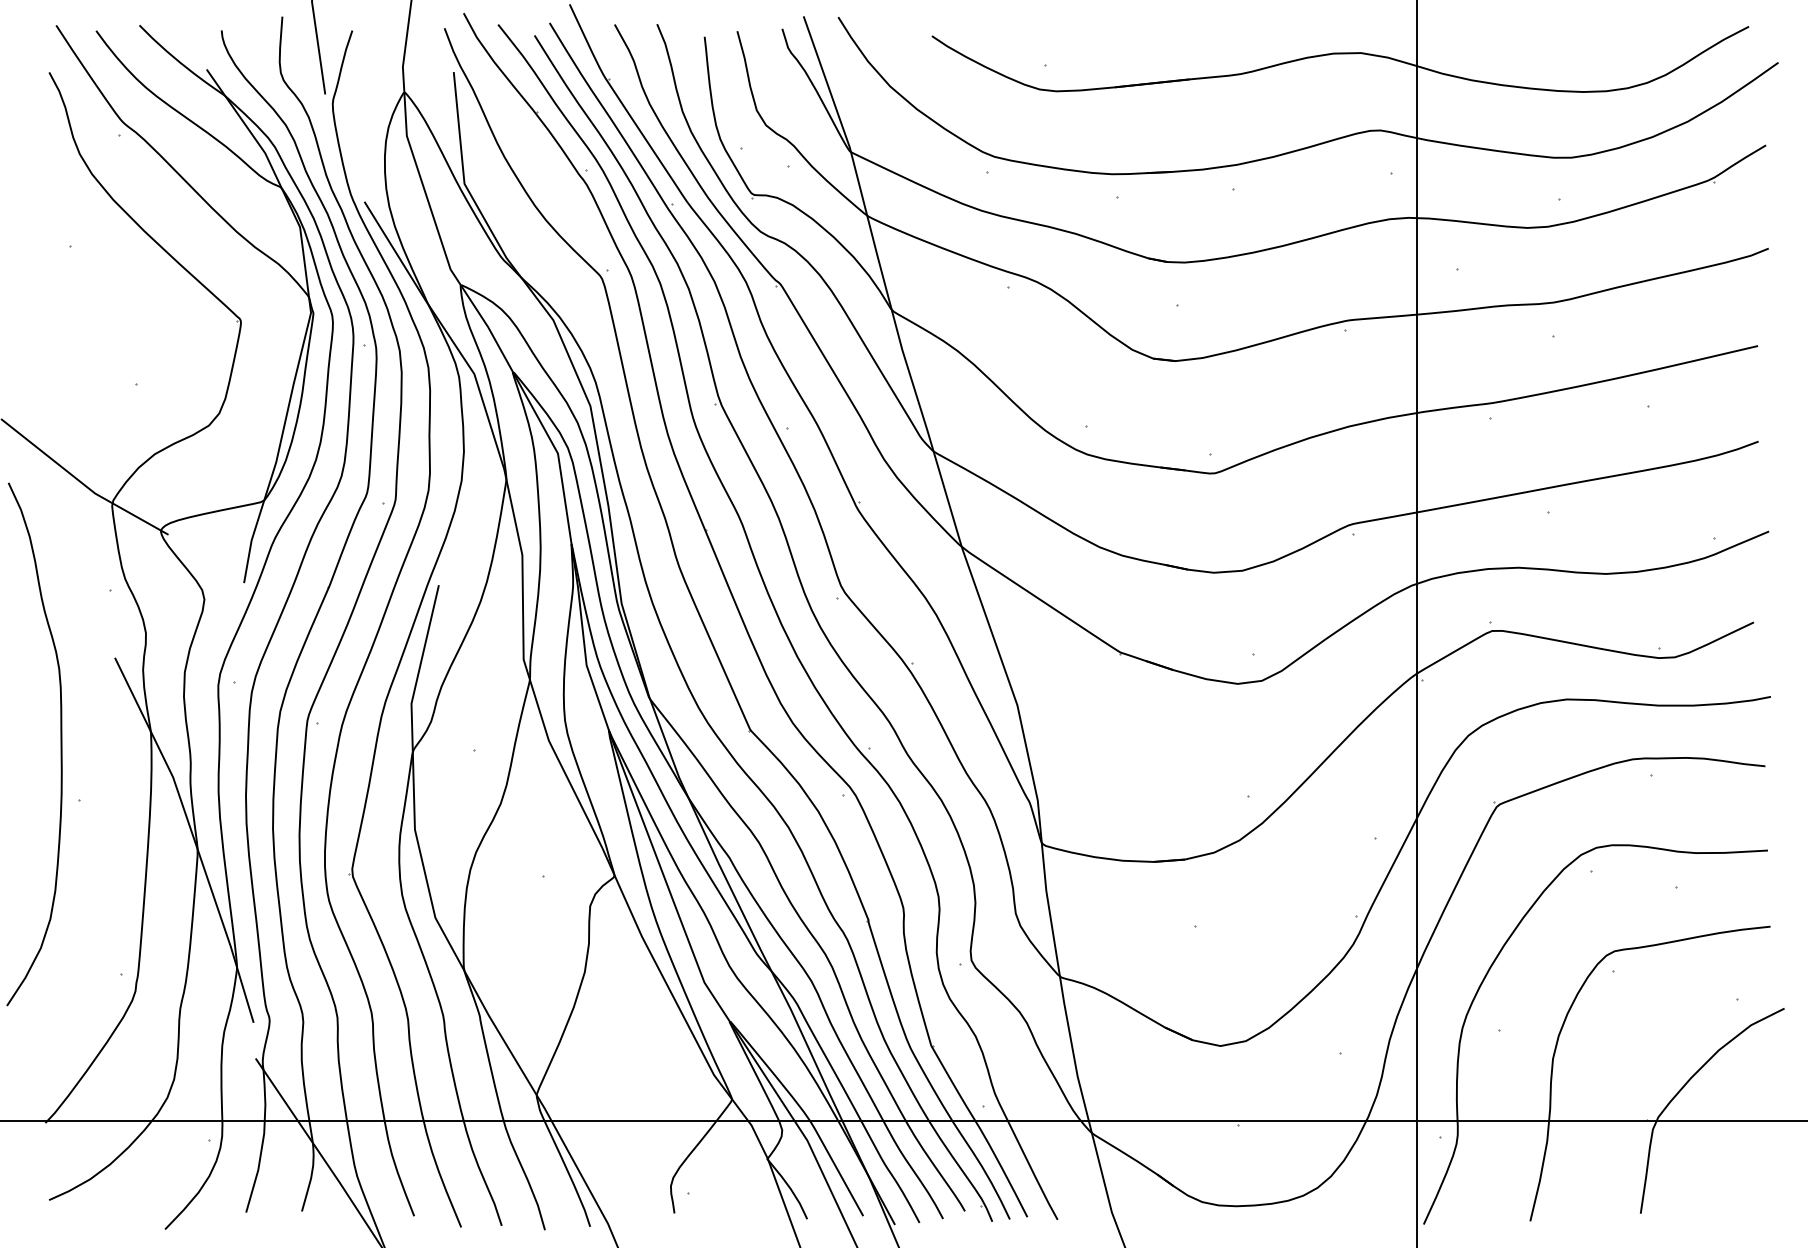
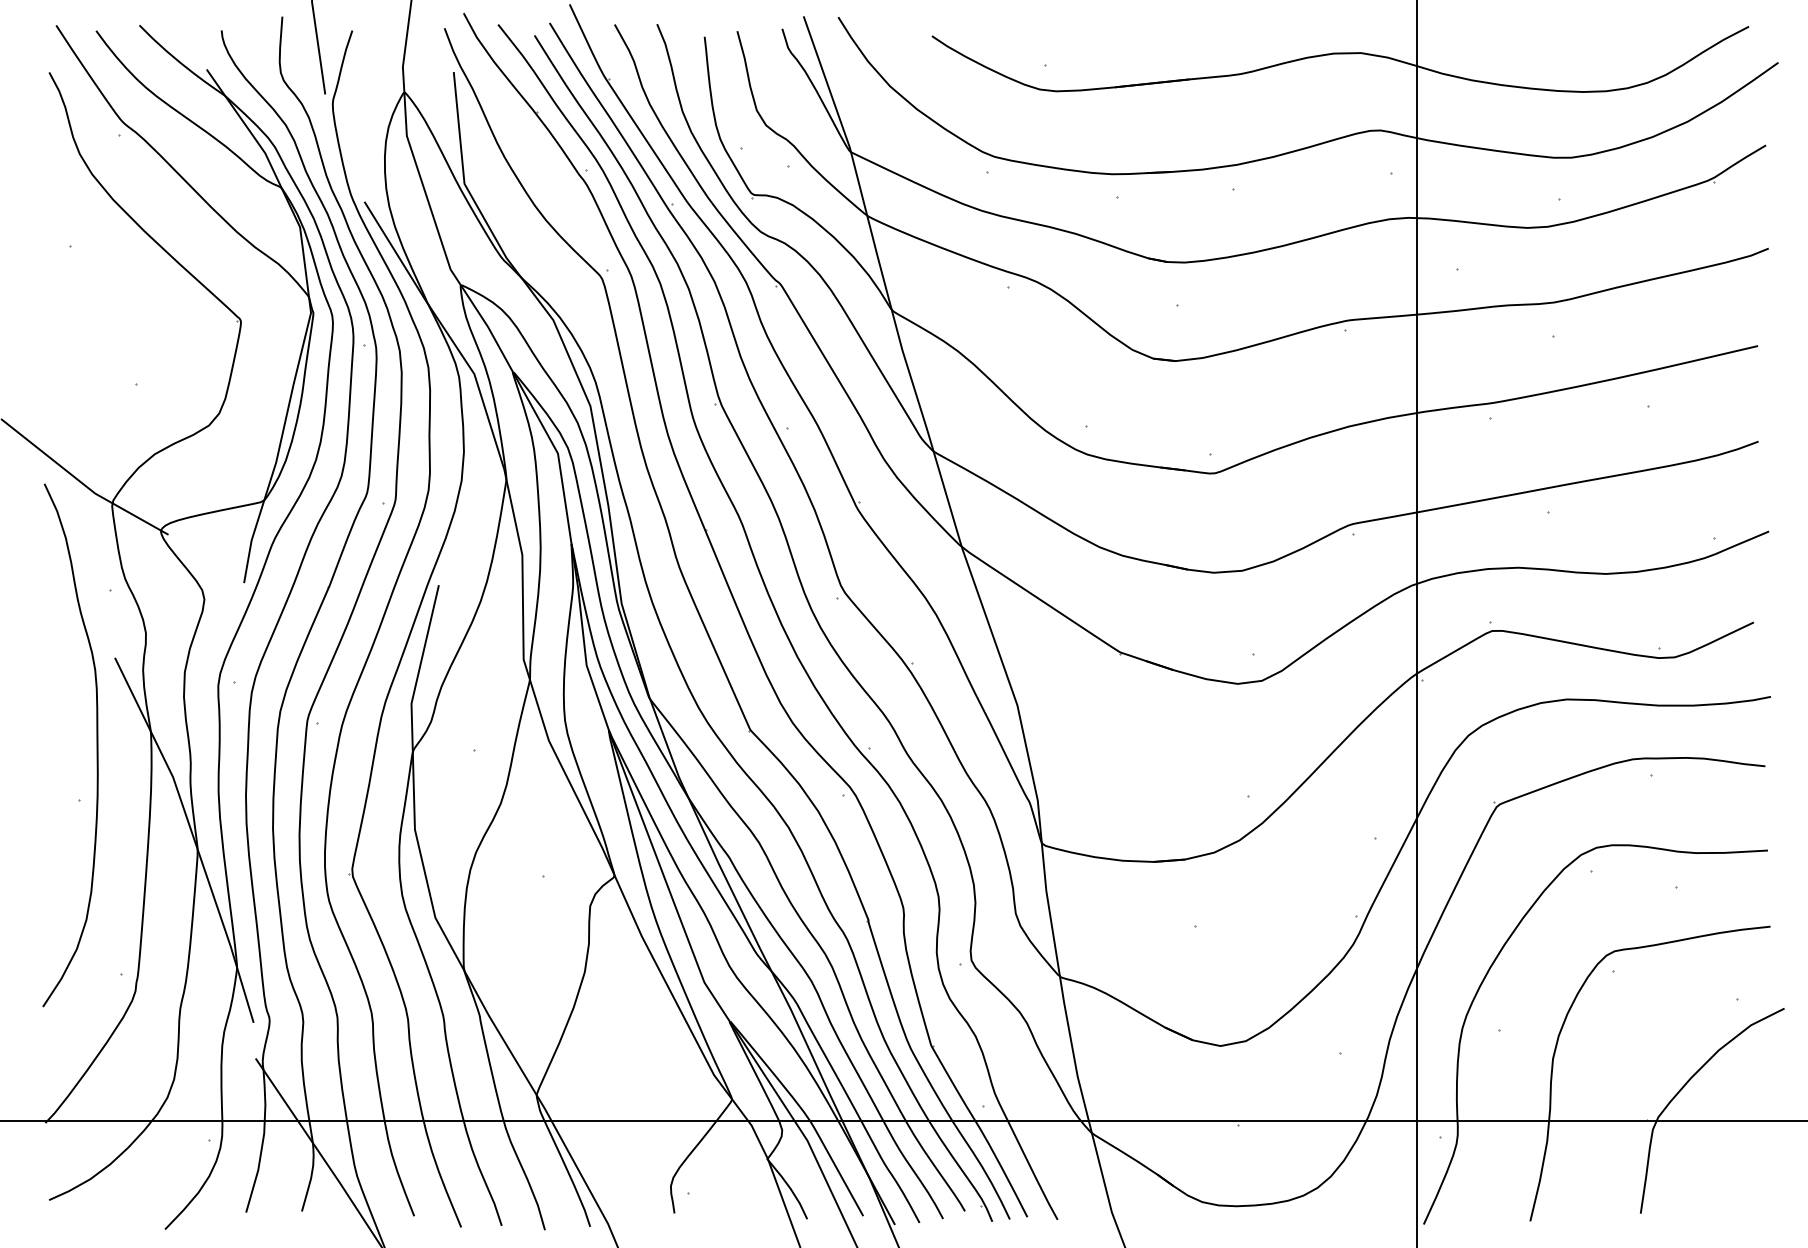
curve at (60, 744) position: (60, 744) -> (96, 745)
